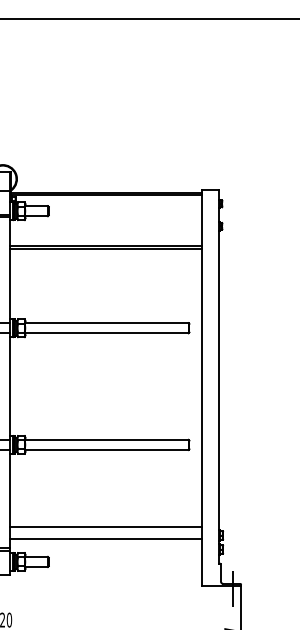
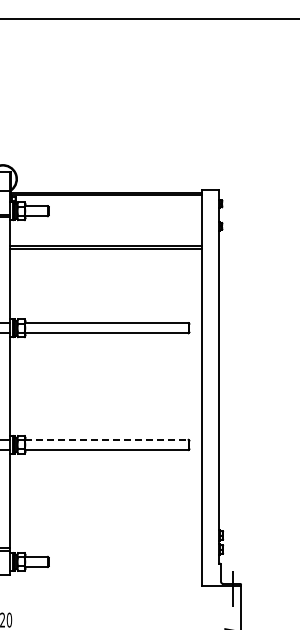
line at (107, 439): solid -> dashed
line at (106, 527): present -> none
line at (106, 538): present -> none
